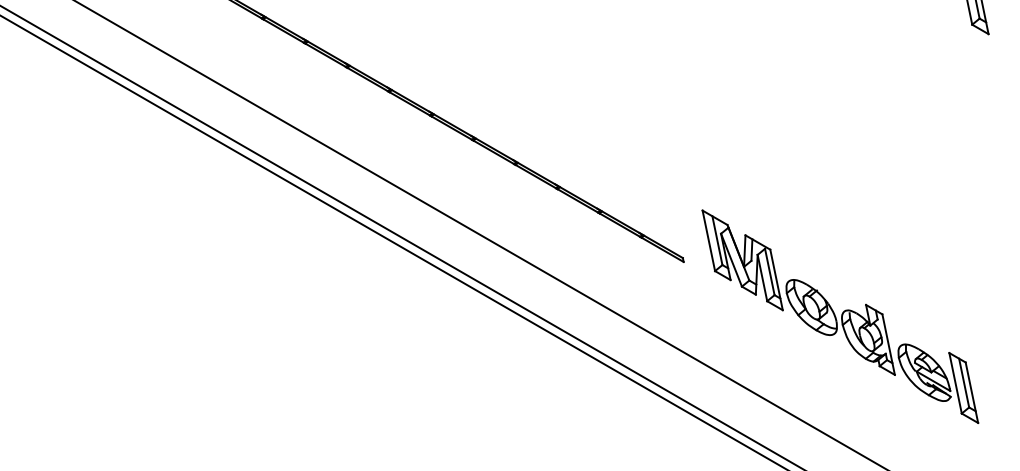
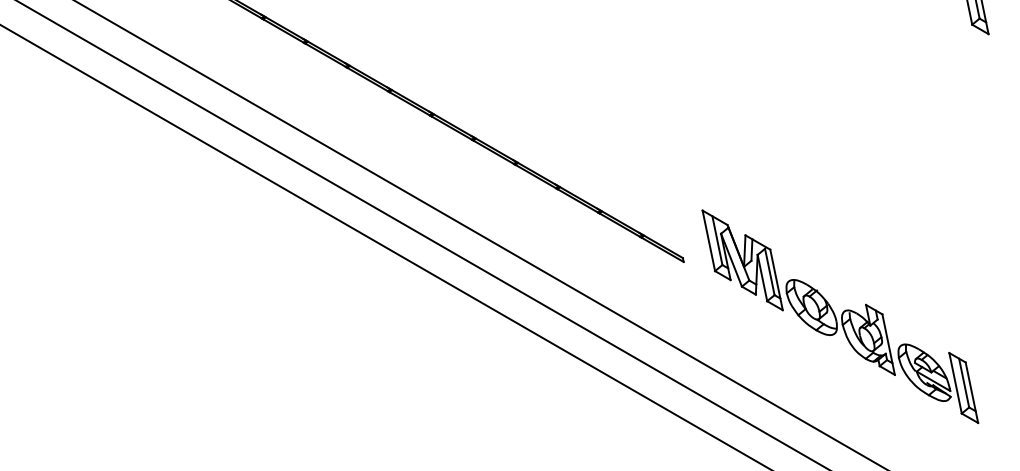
line at (401, 237) position: (401, 237) -> (422, 234)
line at (392, 241) position: (392, 241) -> (384, 246)
